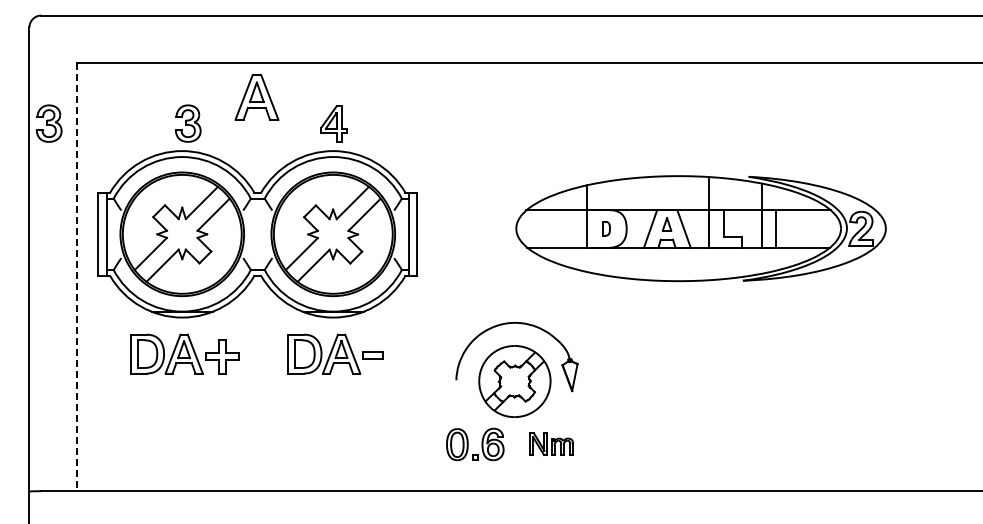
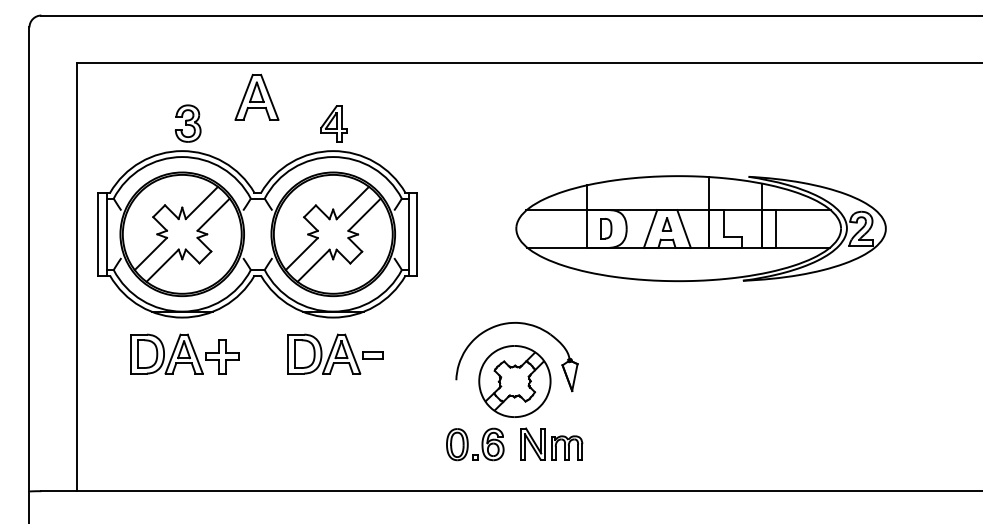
part at (48, 123): present -> none
part at (606, 228) size: 9x16 px -> 13x22 px
line at (77, 277): dashed -> solid
part at (551, 443) size: 46x24 px -> 64x34 px
